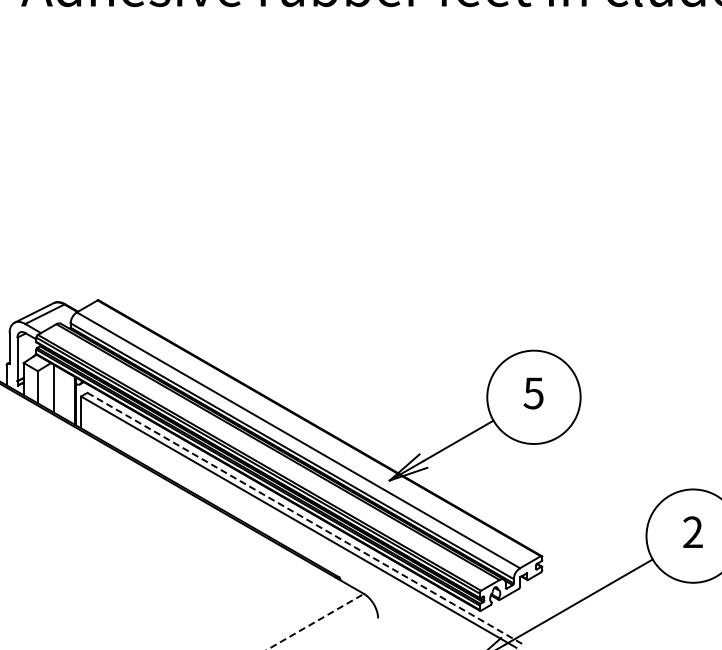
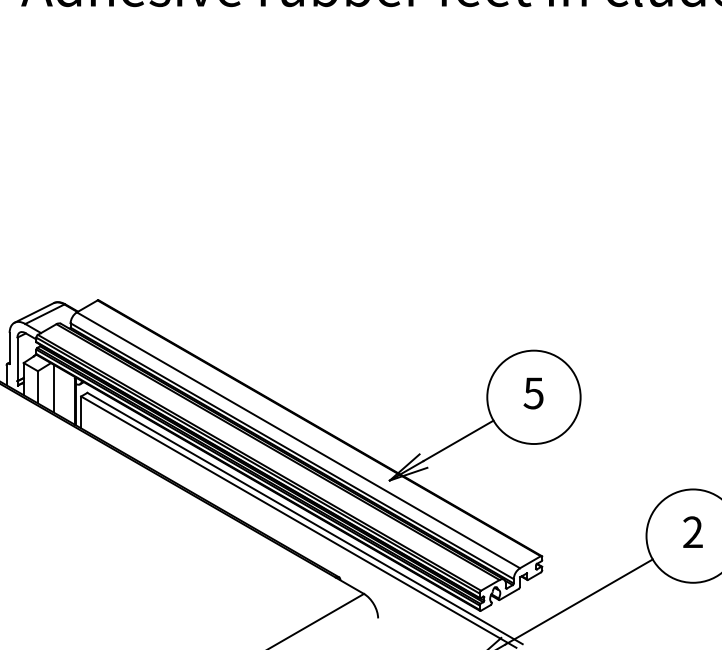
line at (305, 518): dashed -> solid
line at (315, 621): dashed -> solid
